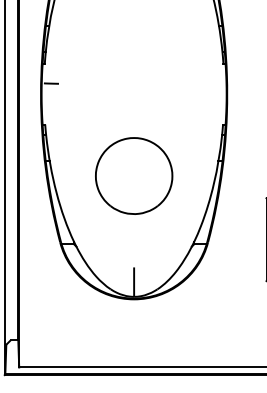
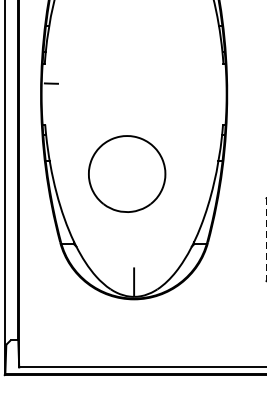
part at (134, 175) position: (134, 175) -> (127, 173)
line at (266, 240): solid -> dashed
